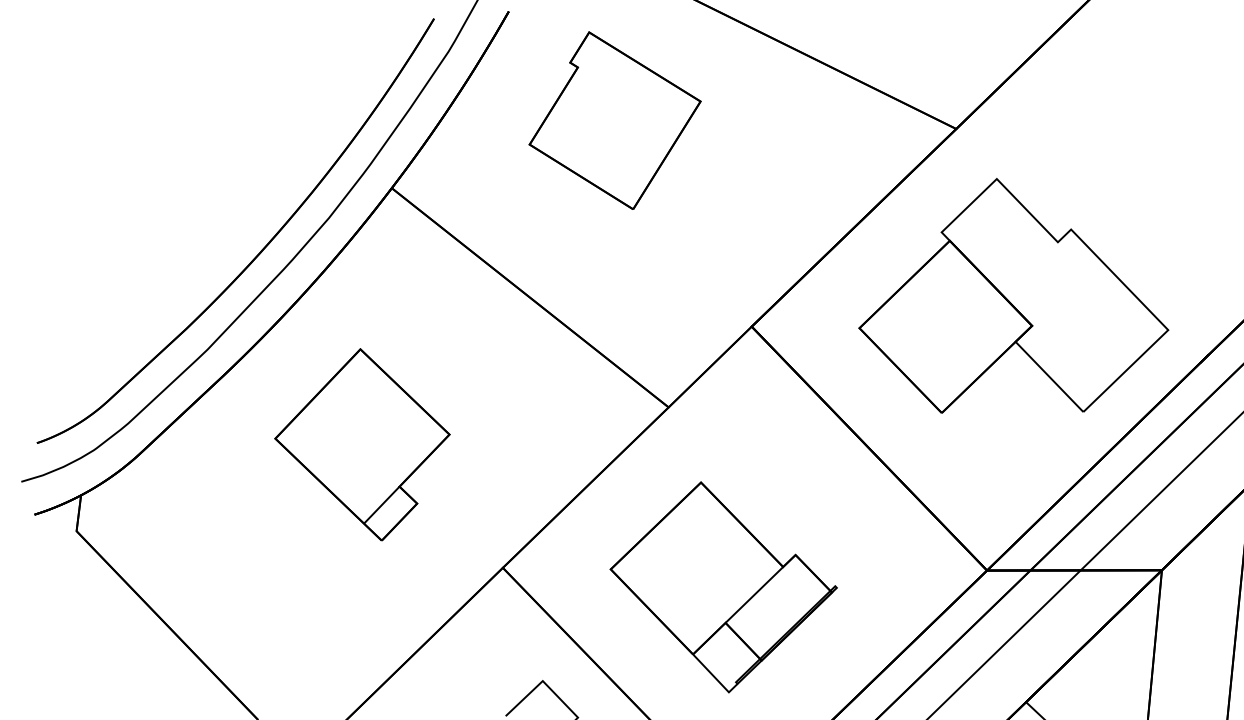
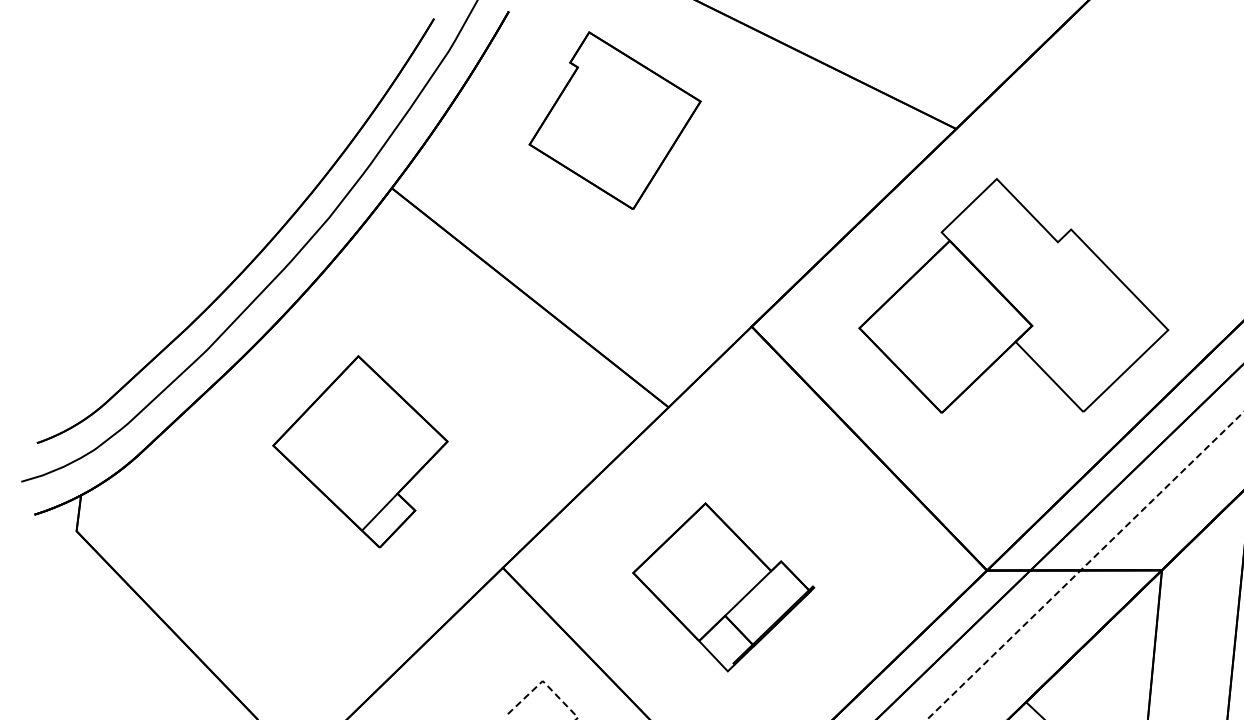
part at (362, 444) position: (362, 444) -> (360, 451)
line at (1085, 565): solid -> dashed
part at (723, 587) size: 229x213 px -> 184x171 px
line at (543, 681): solid -> dashed
